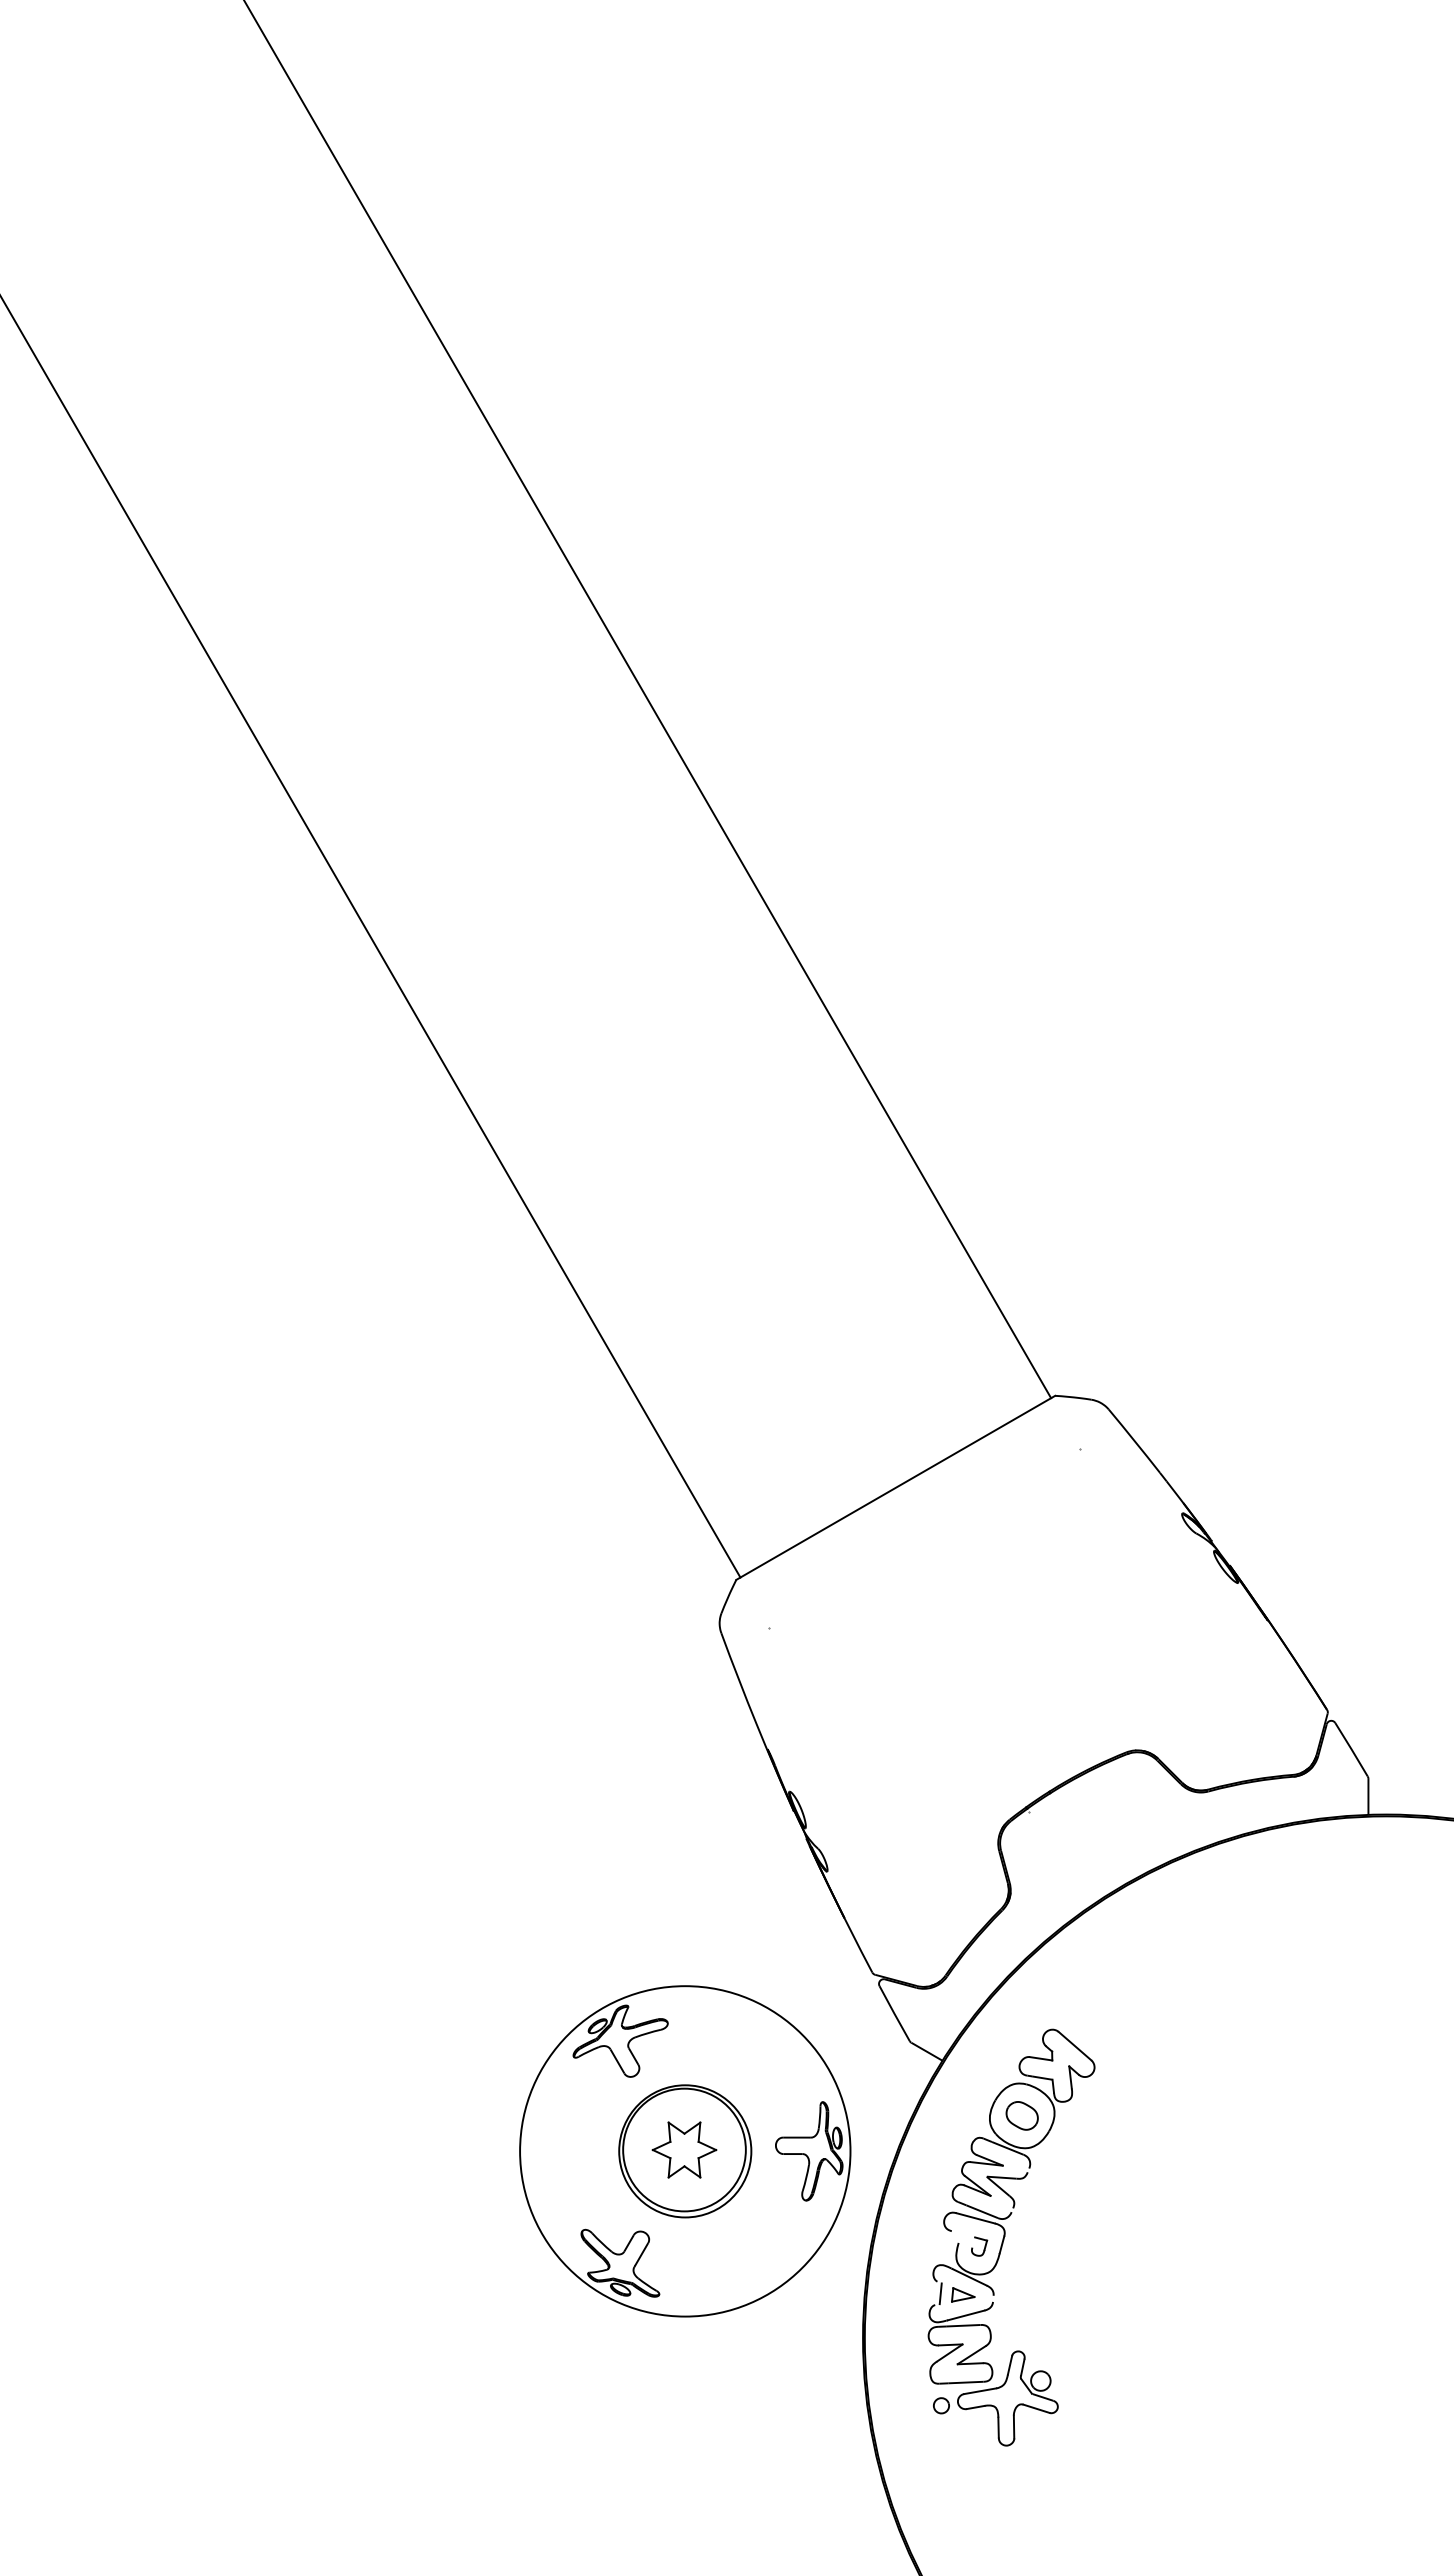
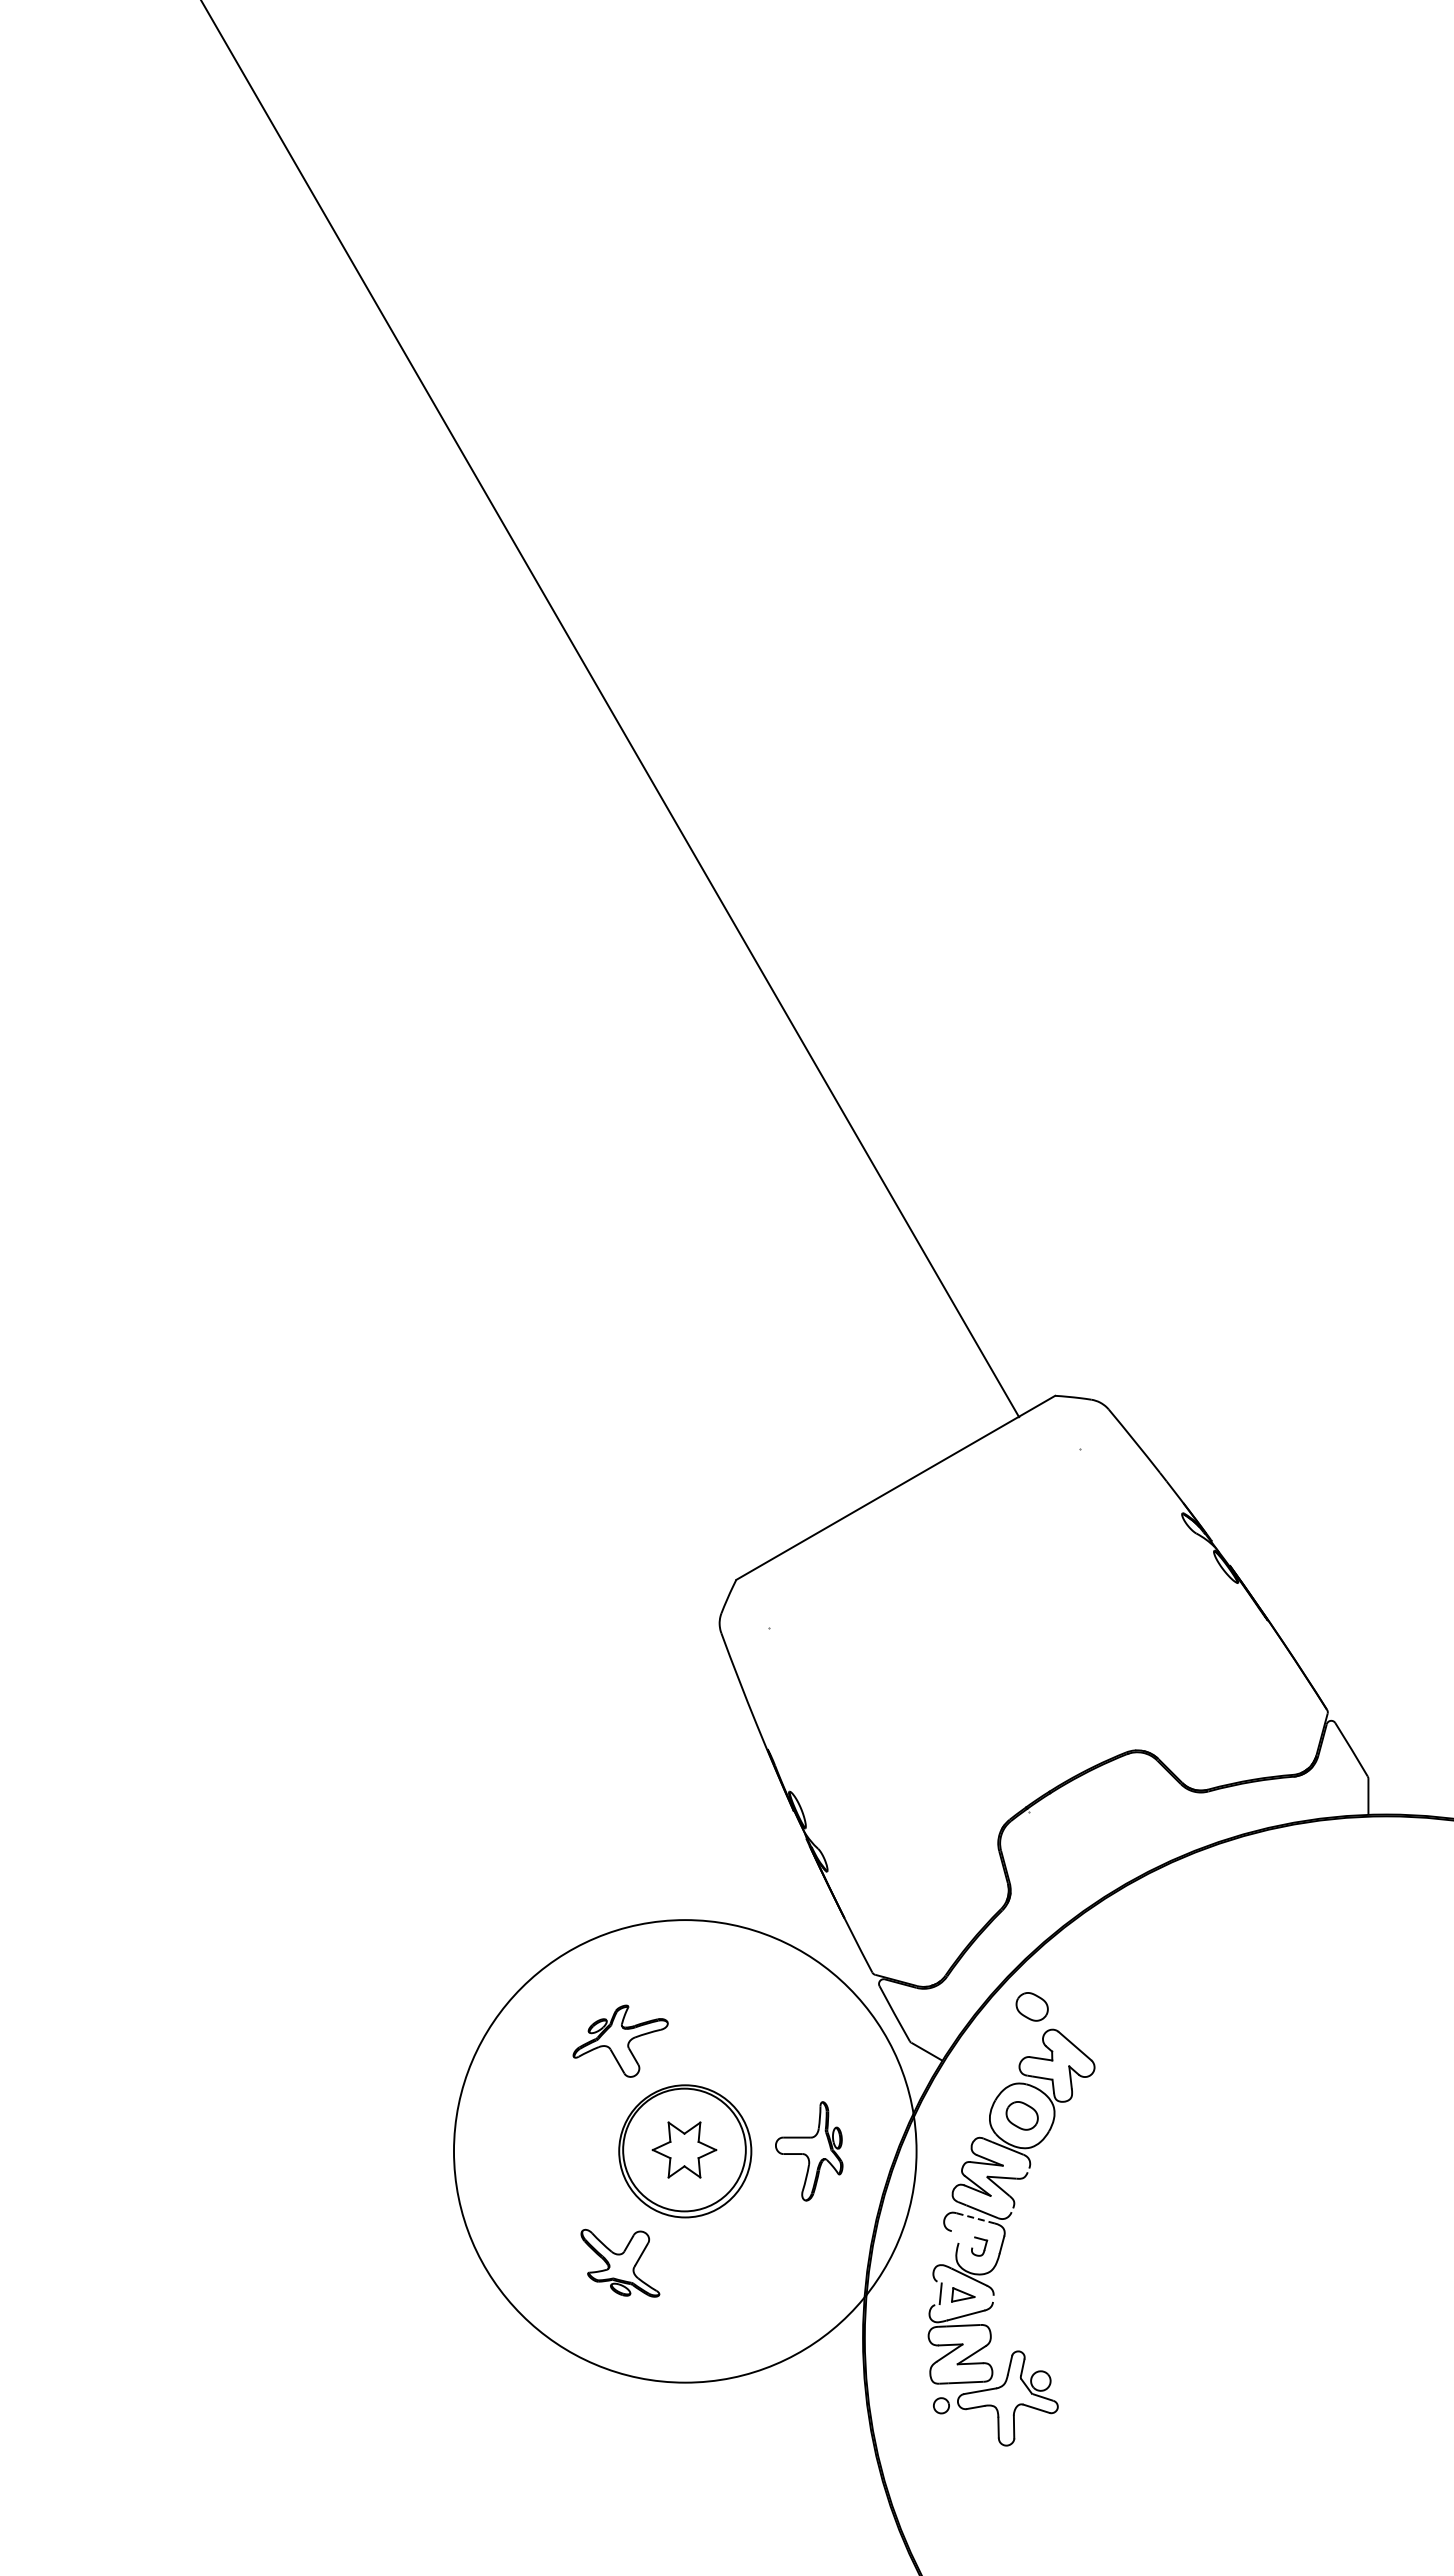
line at (648, 700) position: (648, 700) -> (610, 709)
line at (371, 938): present -> none
part at (1031, 2006): none -> present
circle at (685, 2151) diameter: 330 px -> 463 px
line at (975, 2218): solid -> dashed
